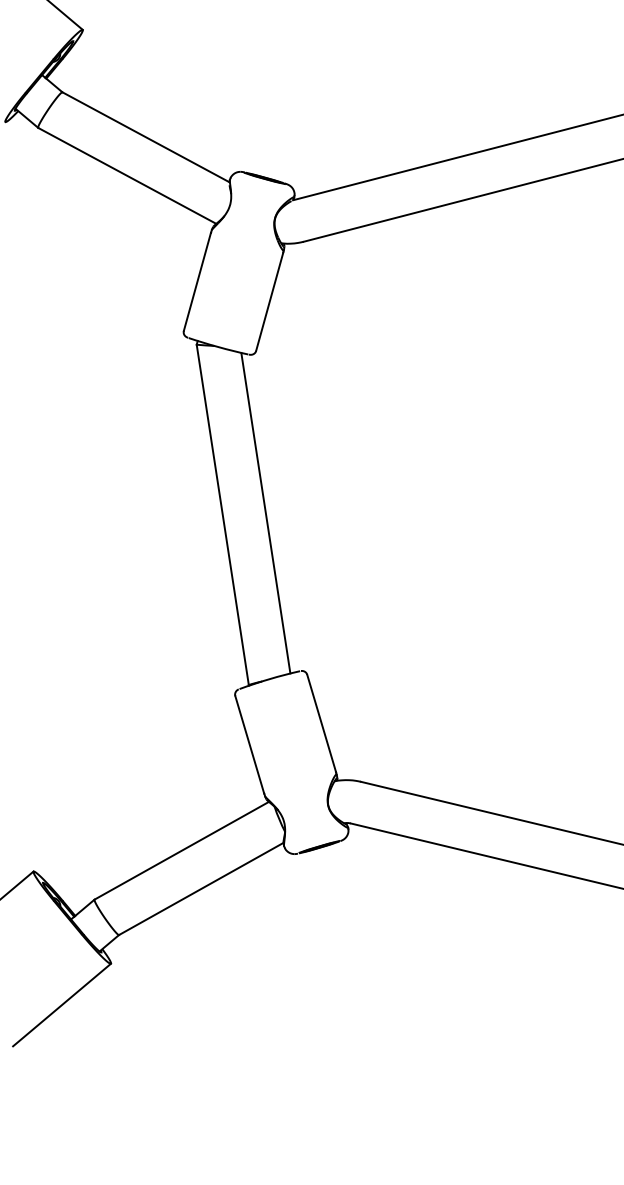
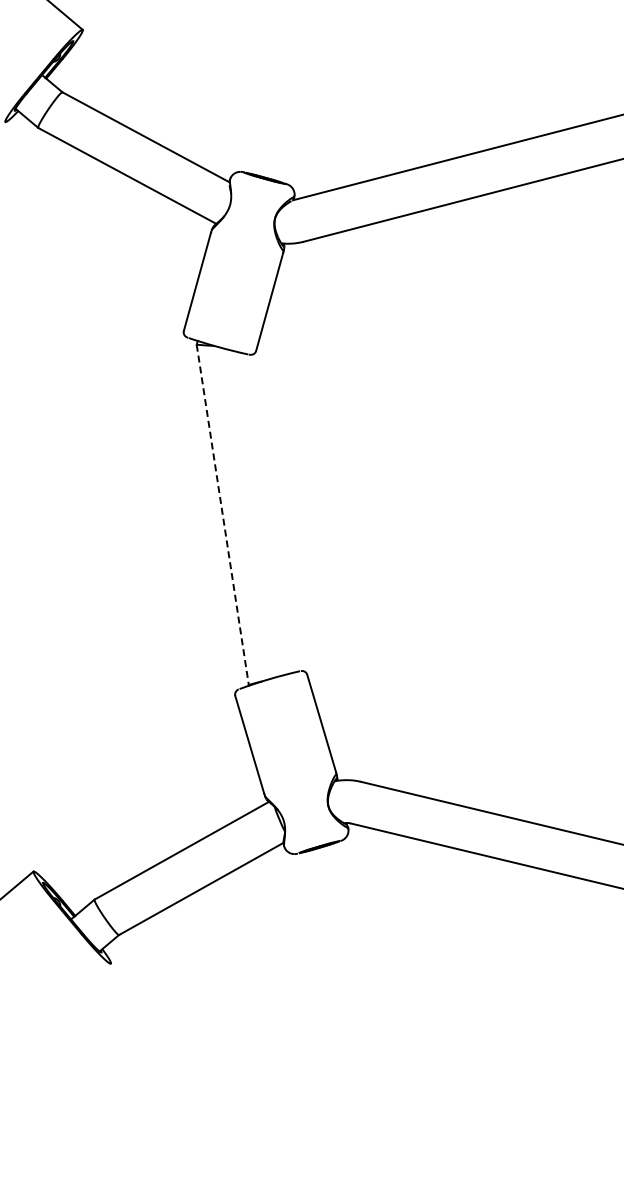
line at (265, 513): present -> none
line at (222, 515): solid -> dashed
line at (61, 1004): present -> none
